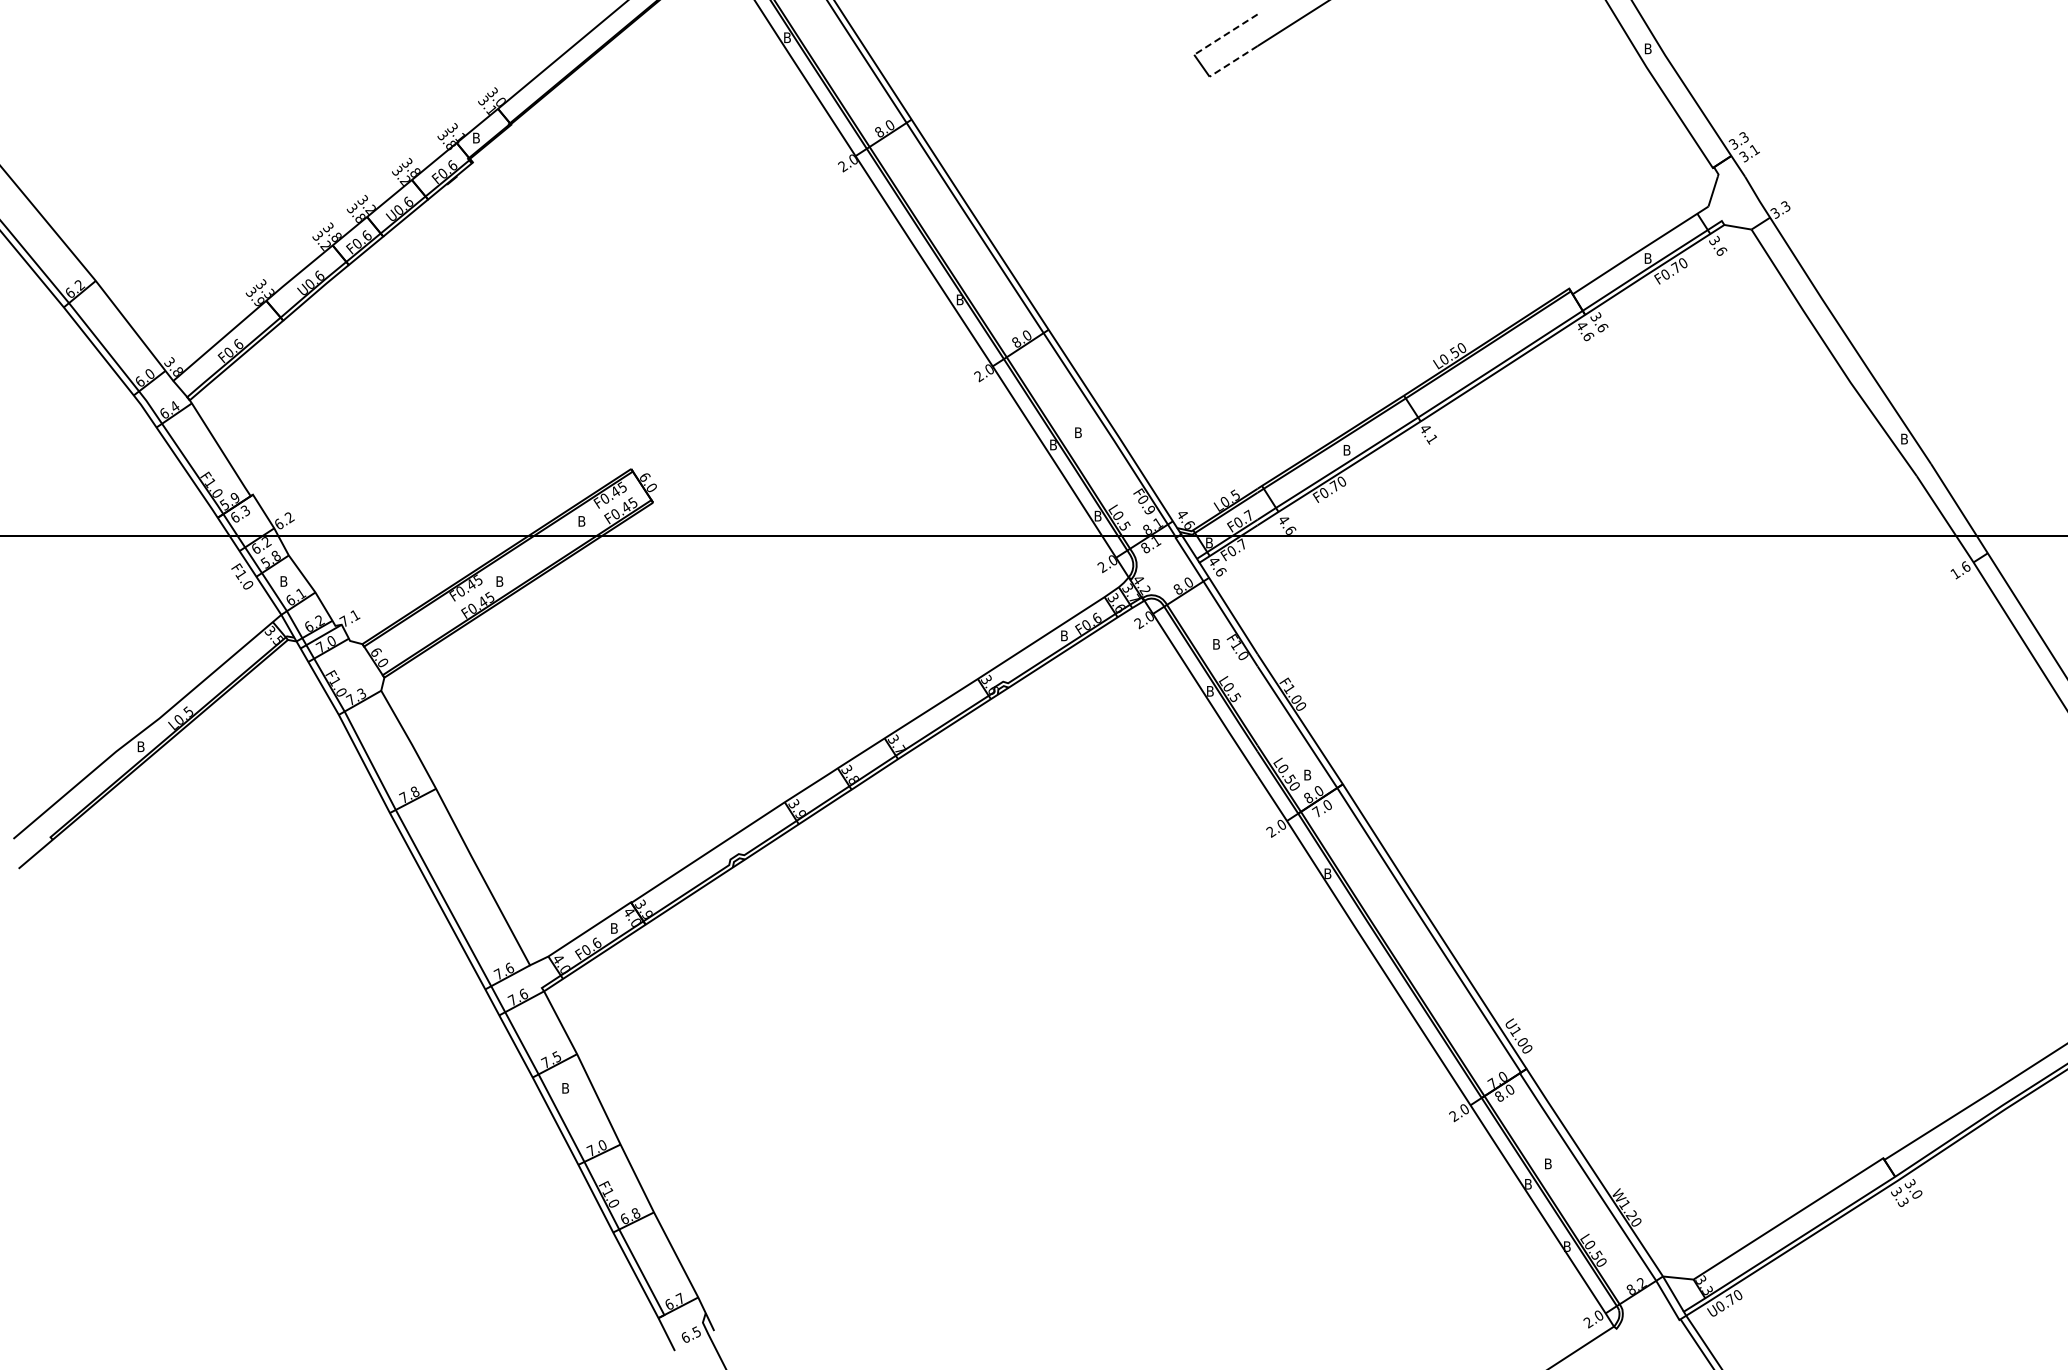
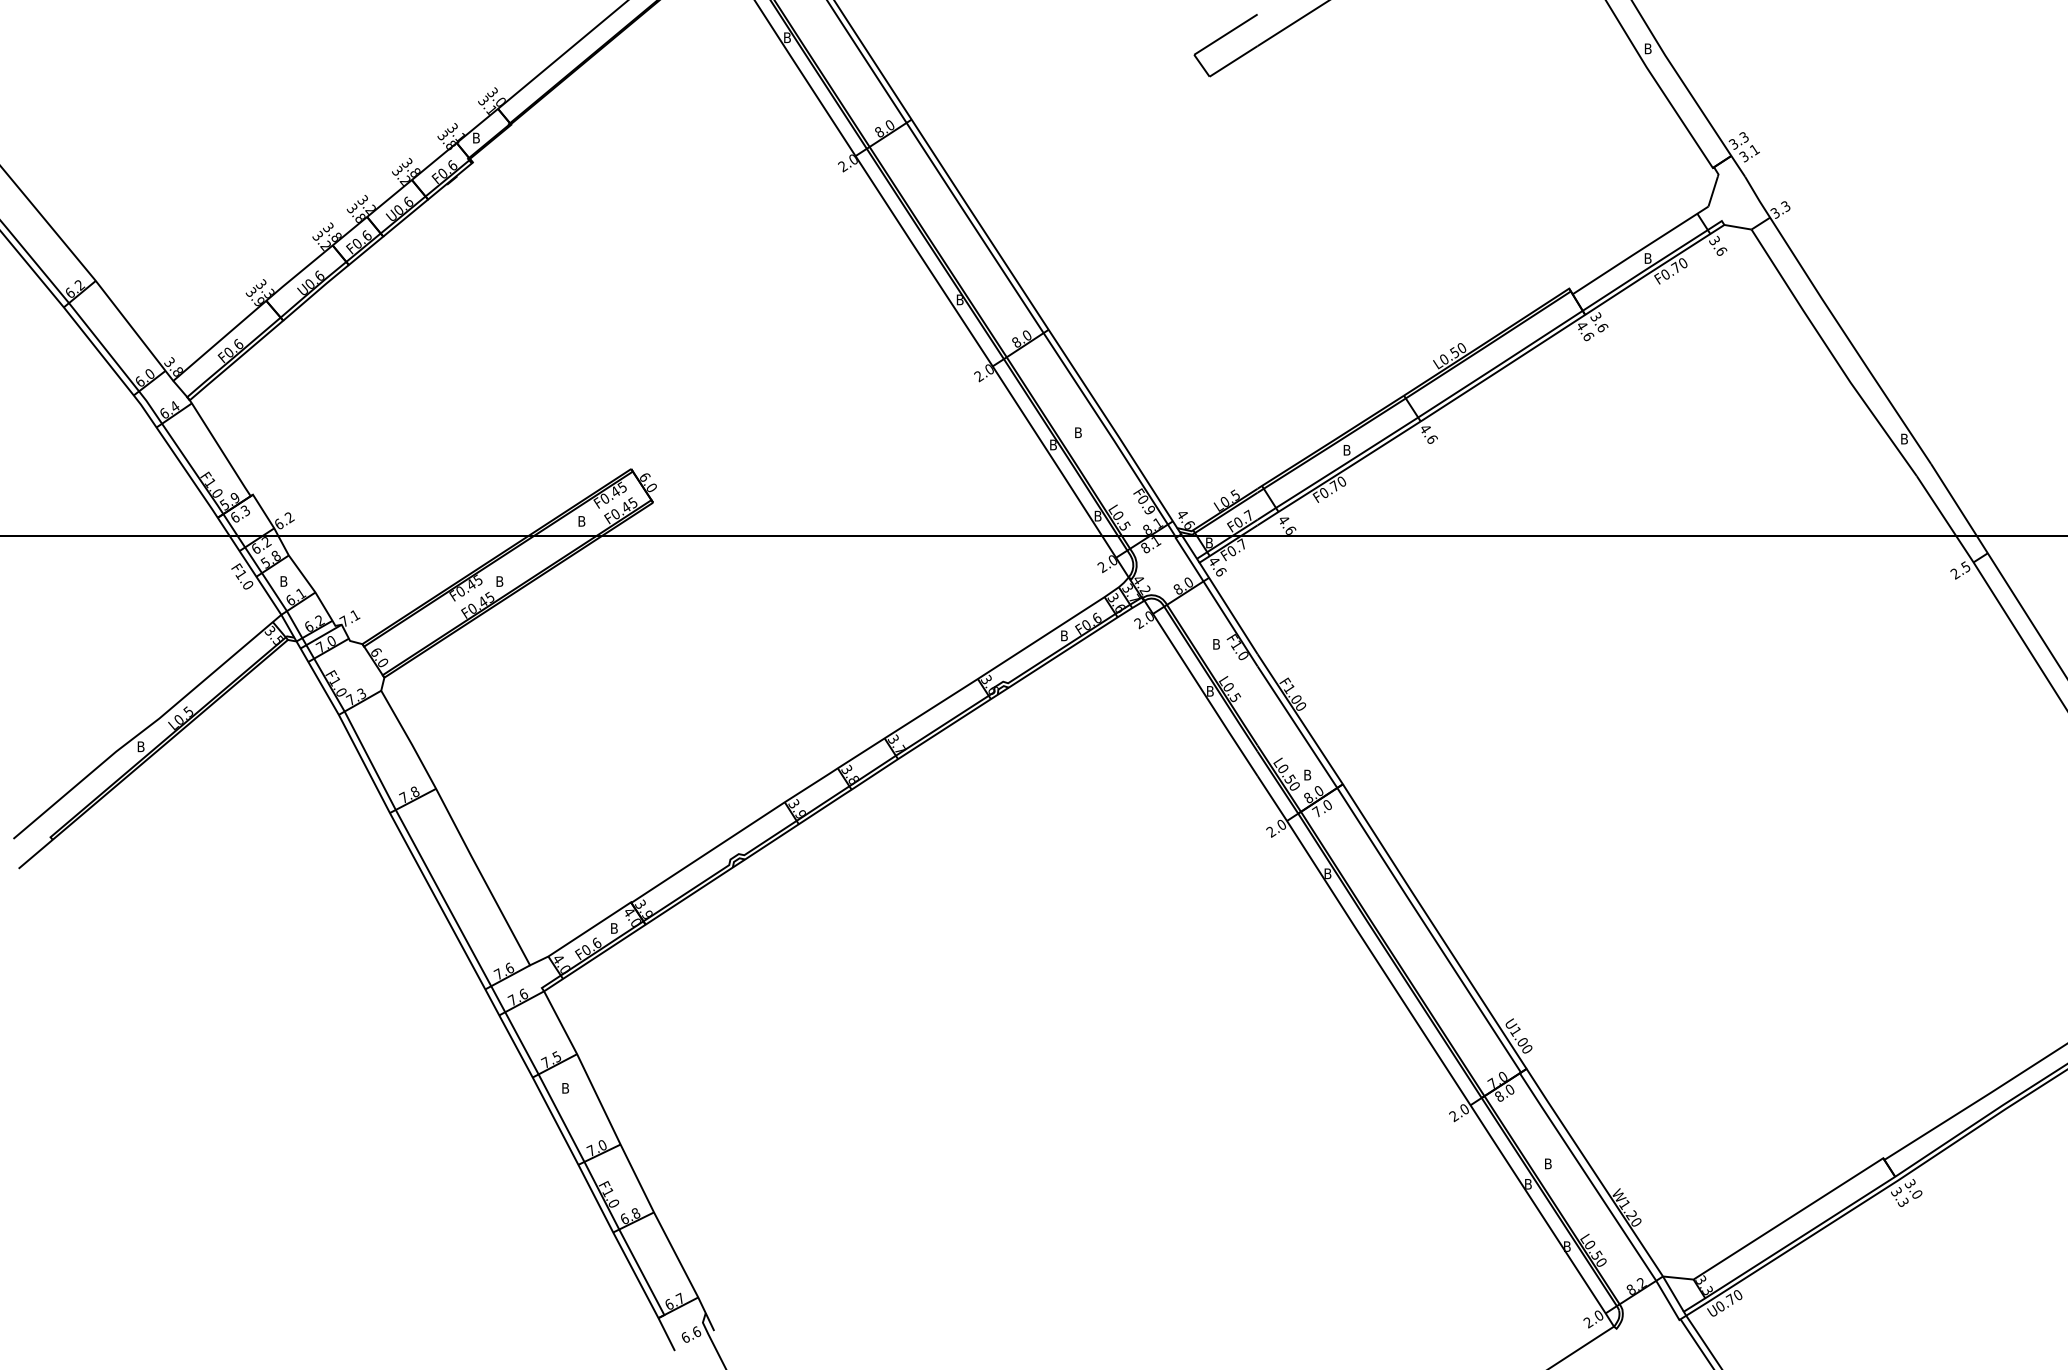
line at (1225, 34): dashed -> solid
line at (1233, 61): dashed -> solid
text at (1431, 439): 4.1 -> 4.6
text at (1960, 570): 1.6 -> 2.5
text at (696, 1331): 6.5 -> 6.6
